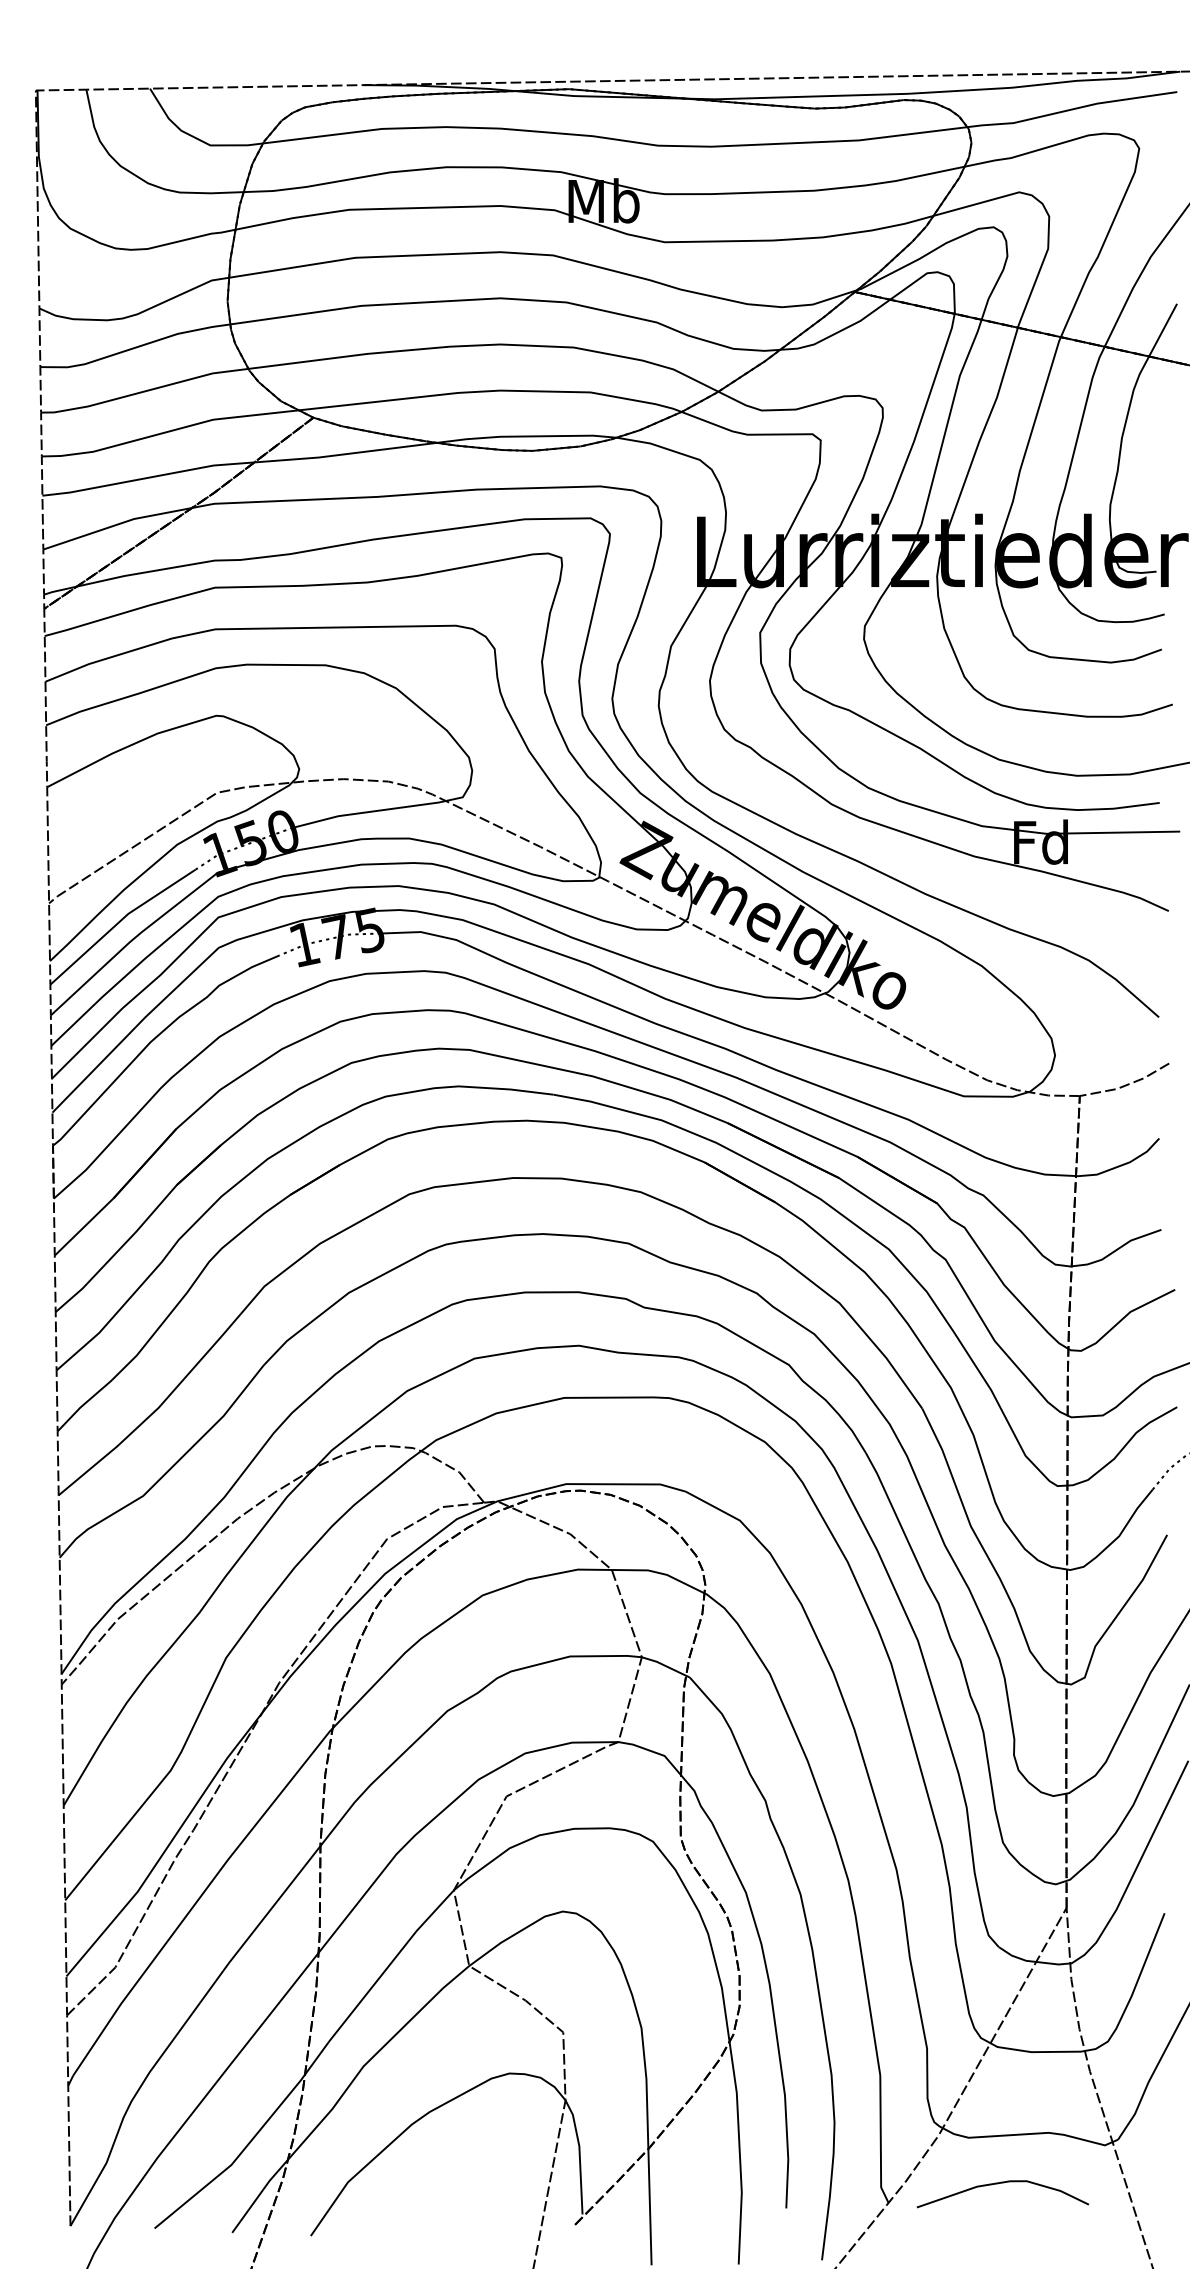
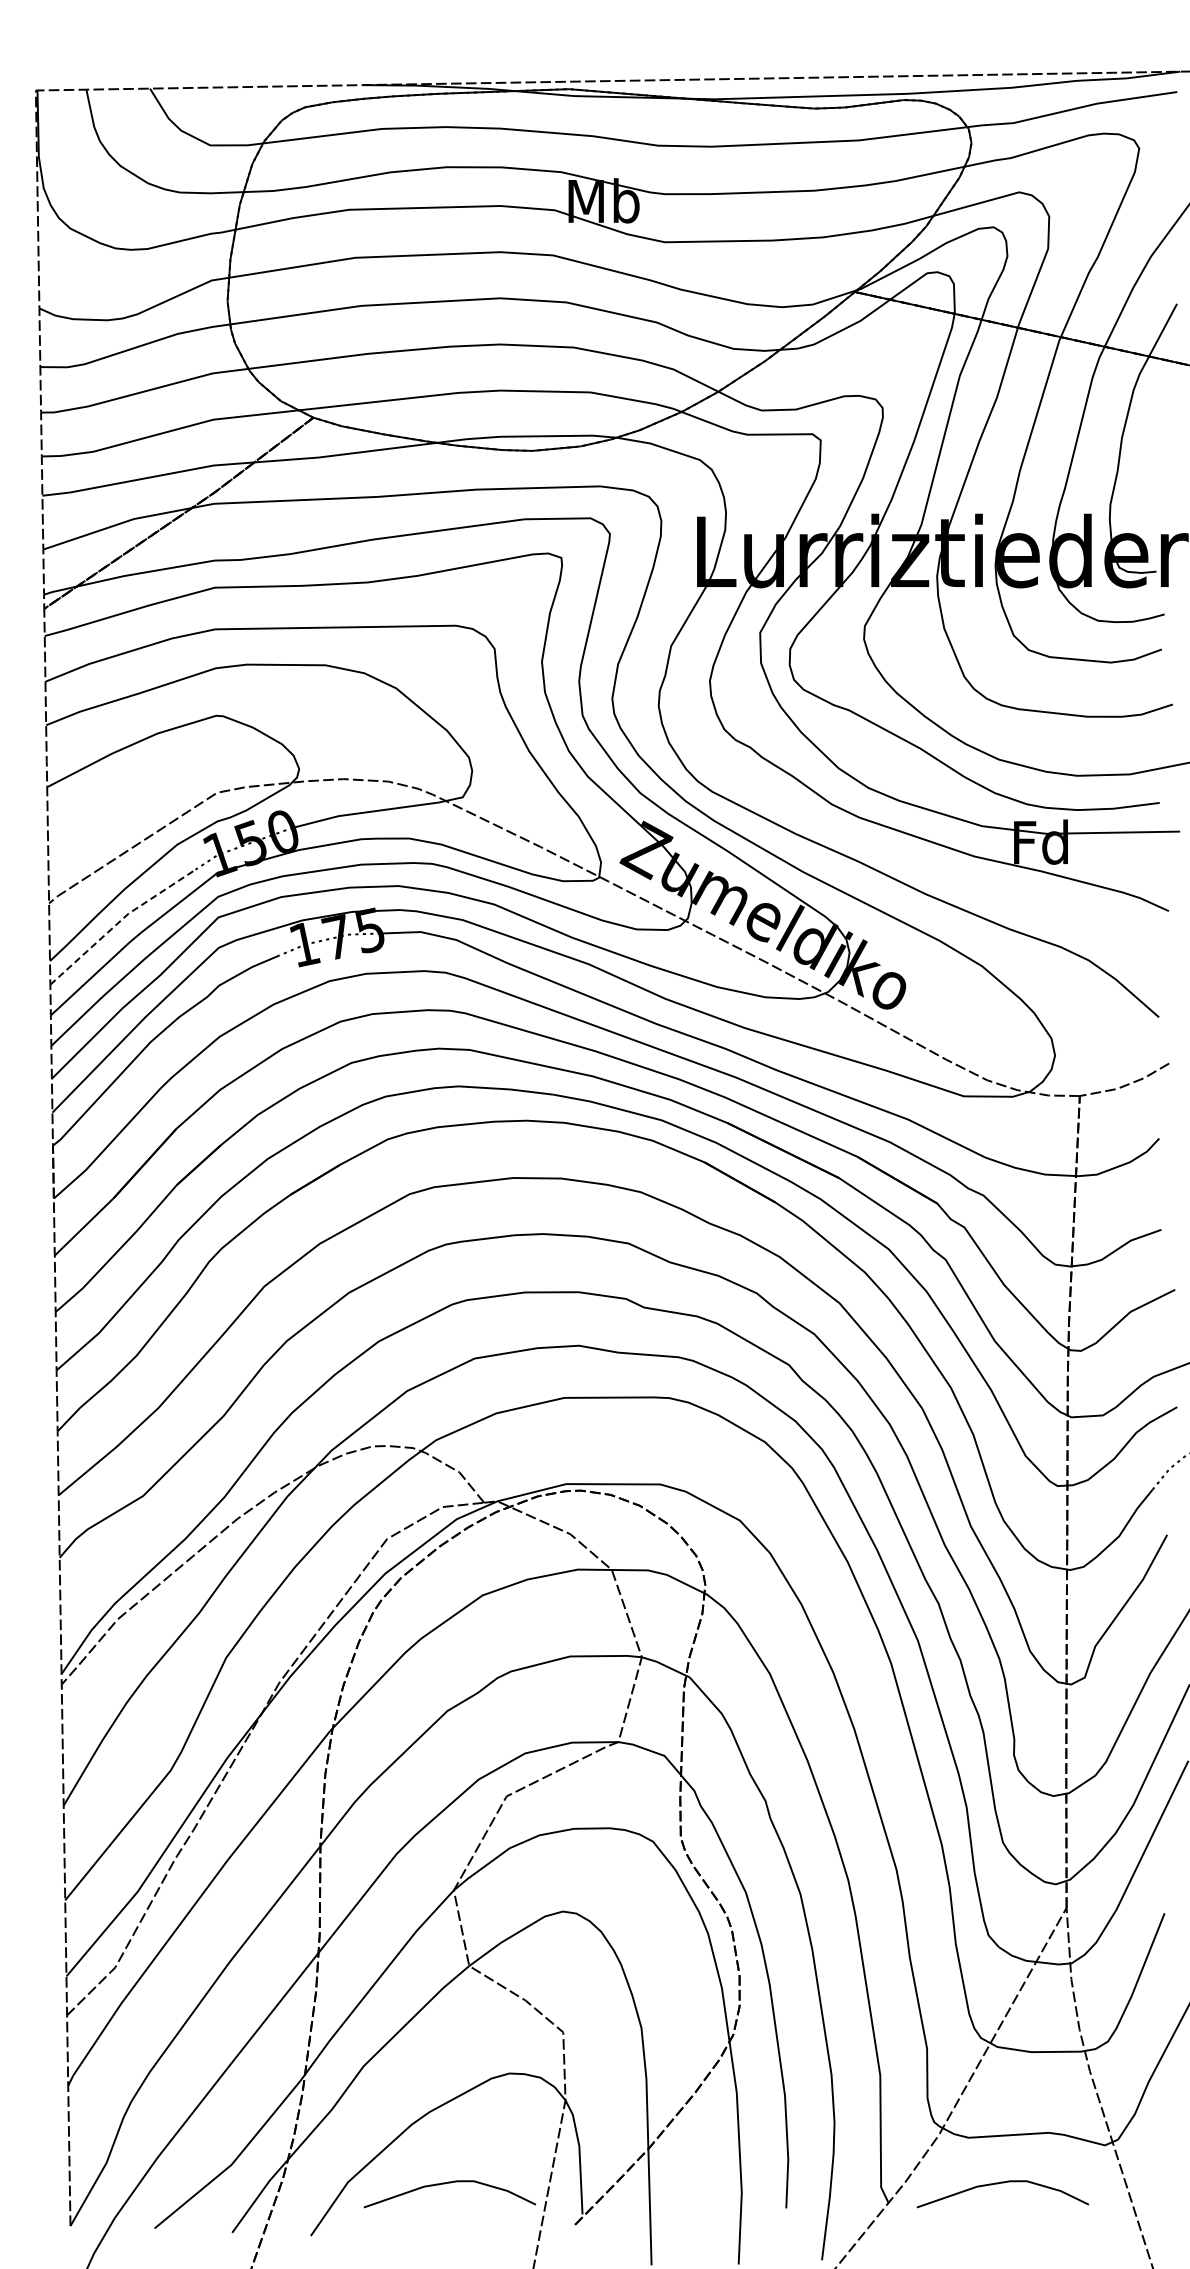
line at (119, 921): solid -> dashed
curve at (445, 2184): none -> present
